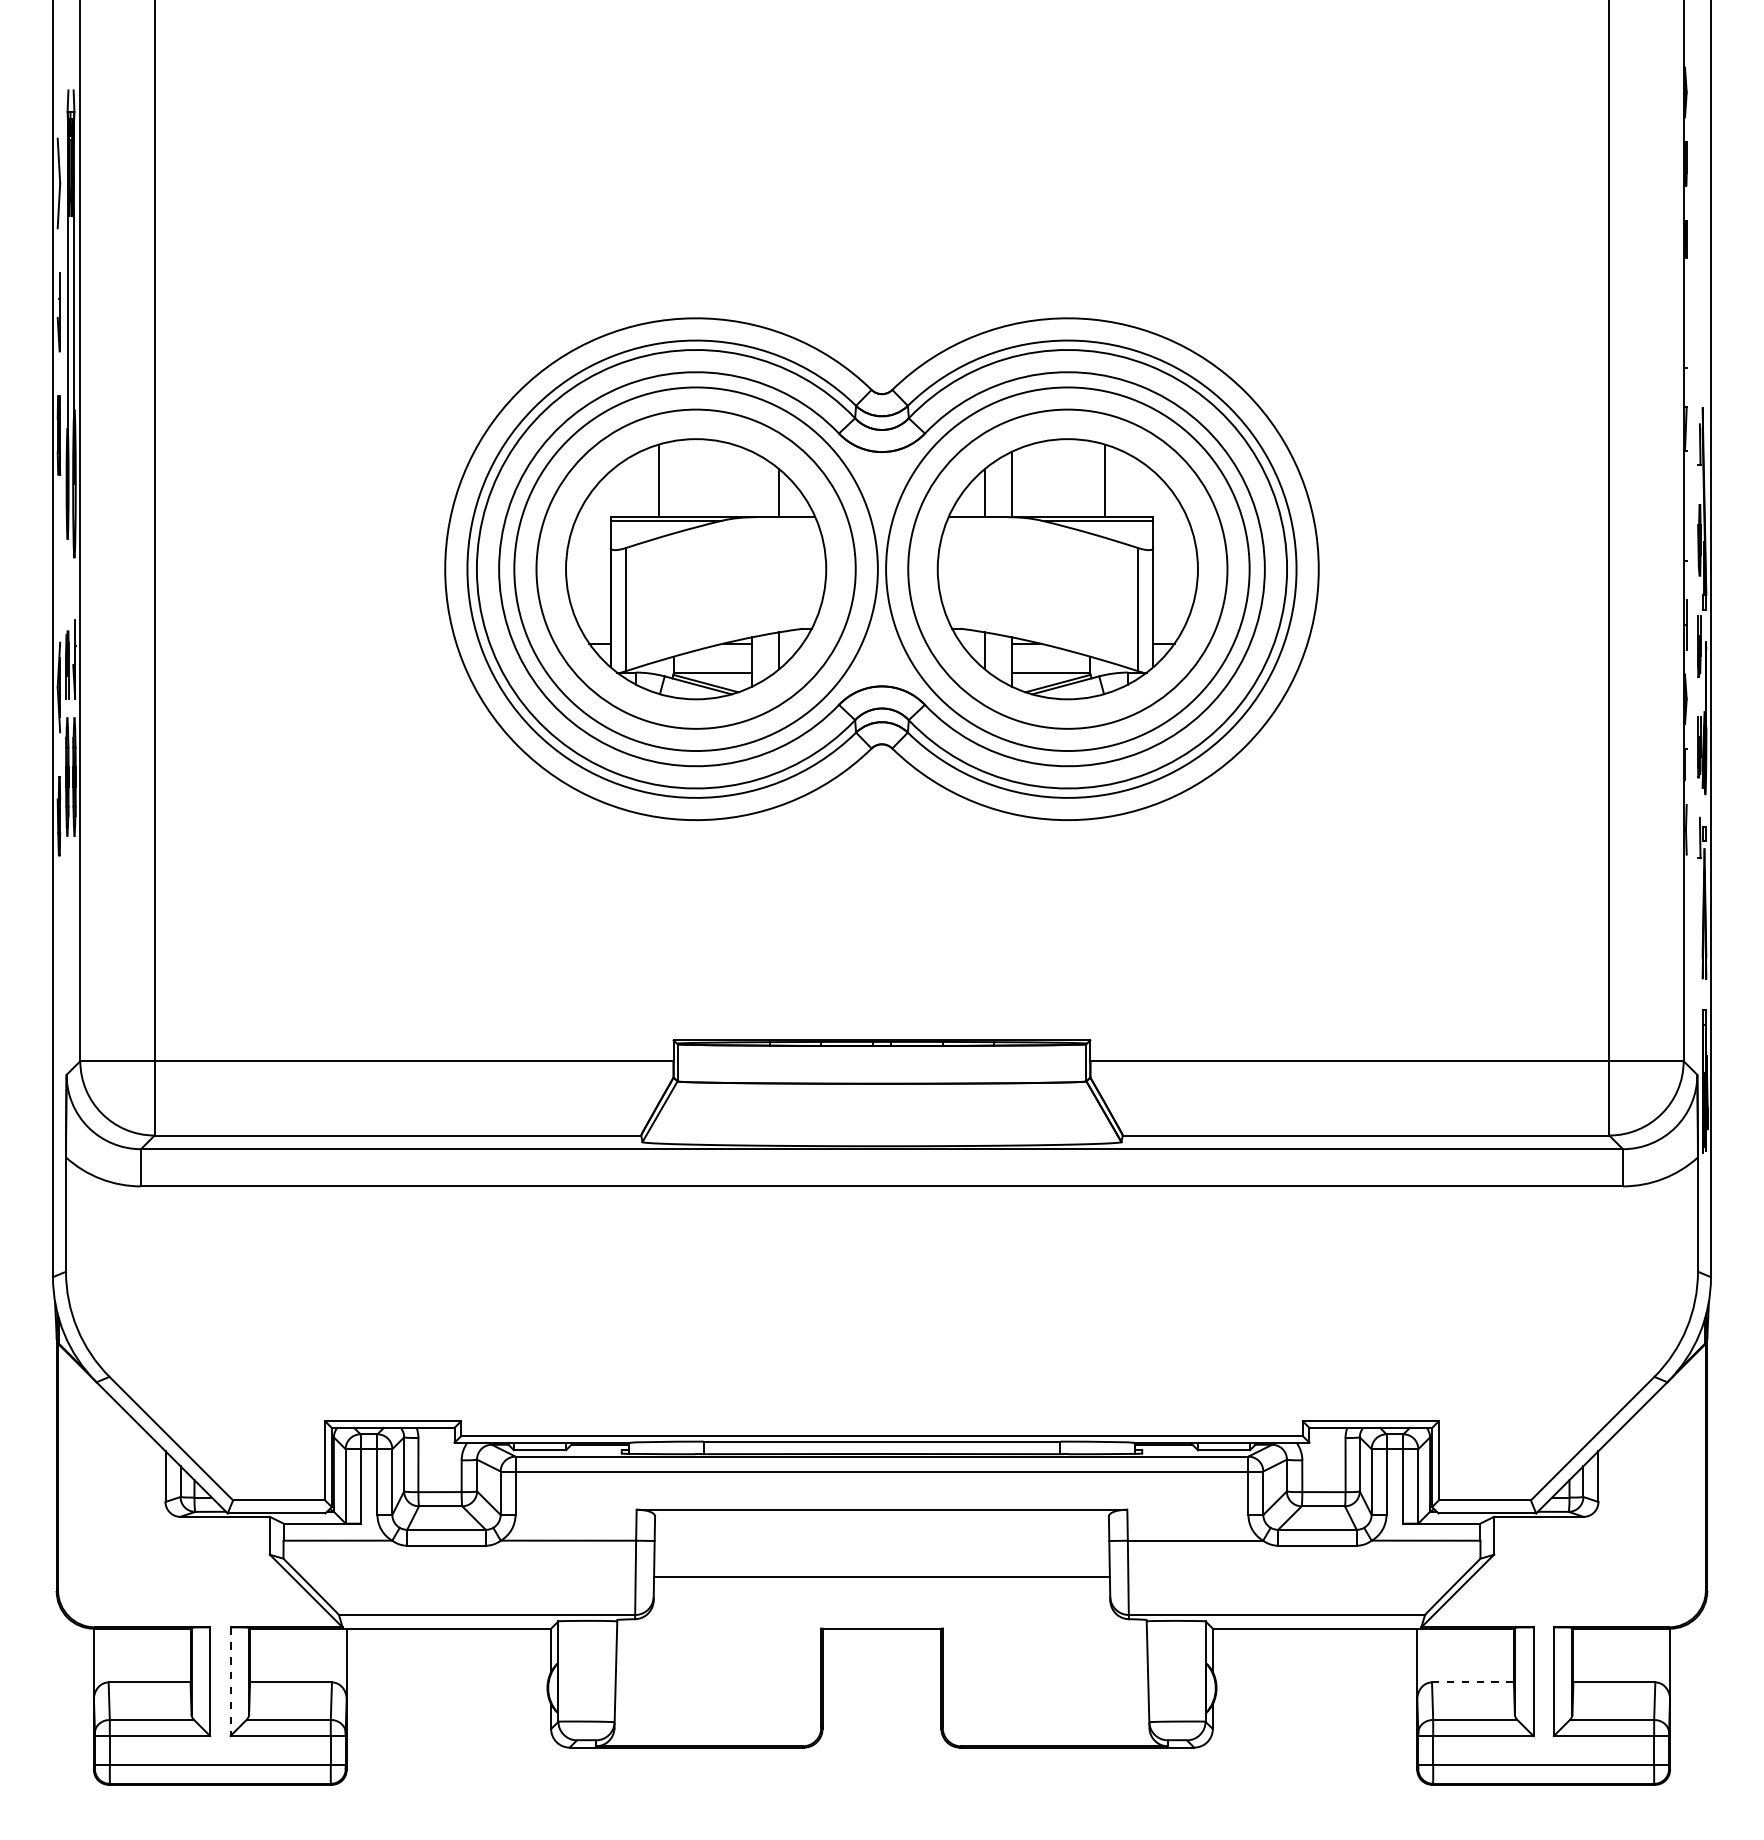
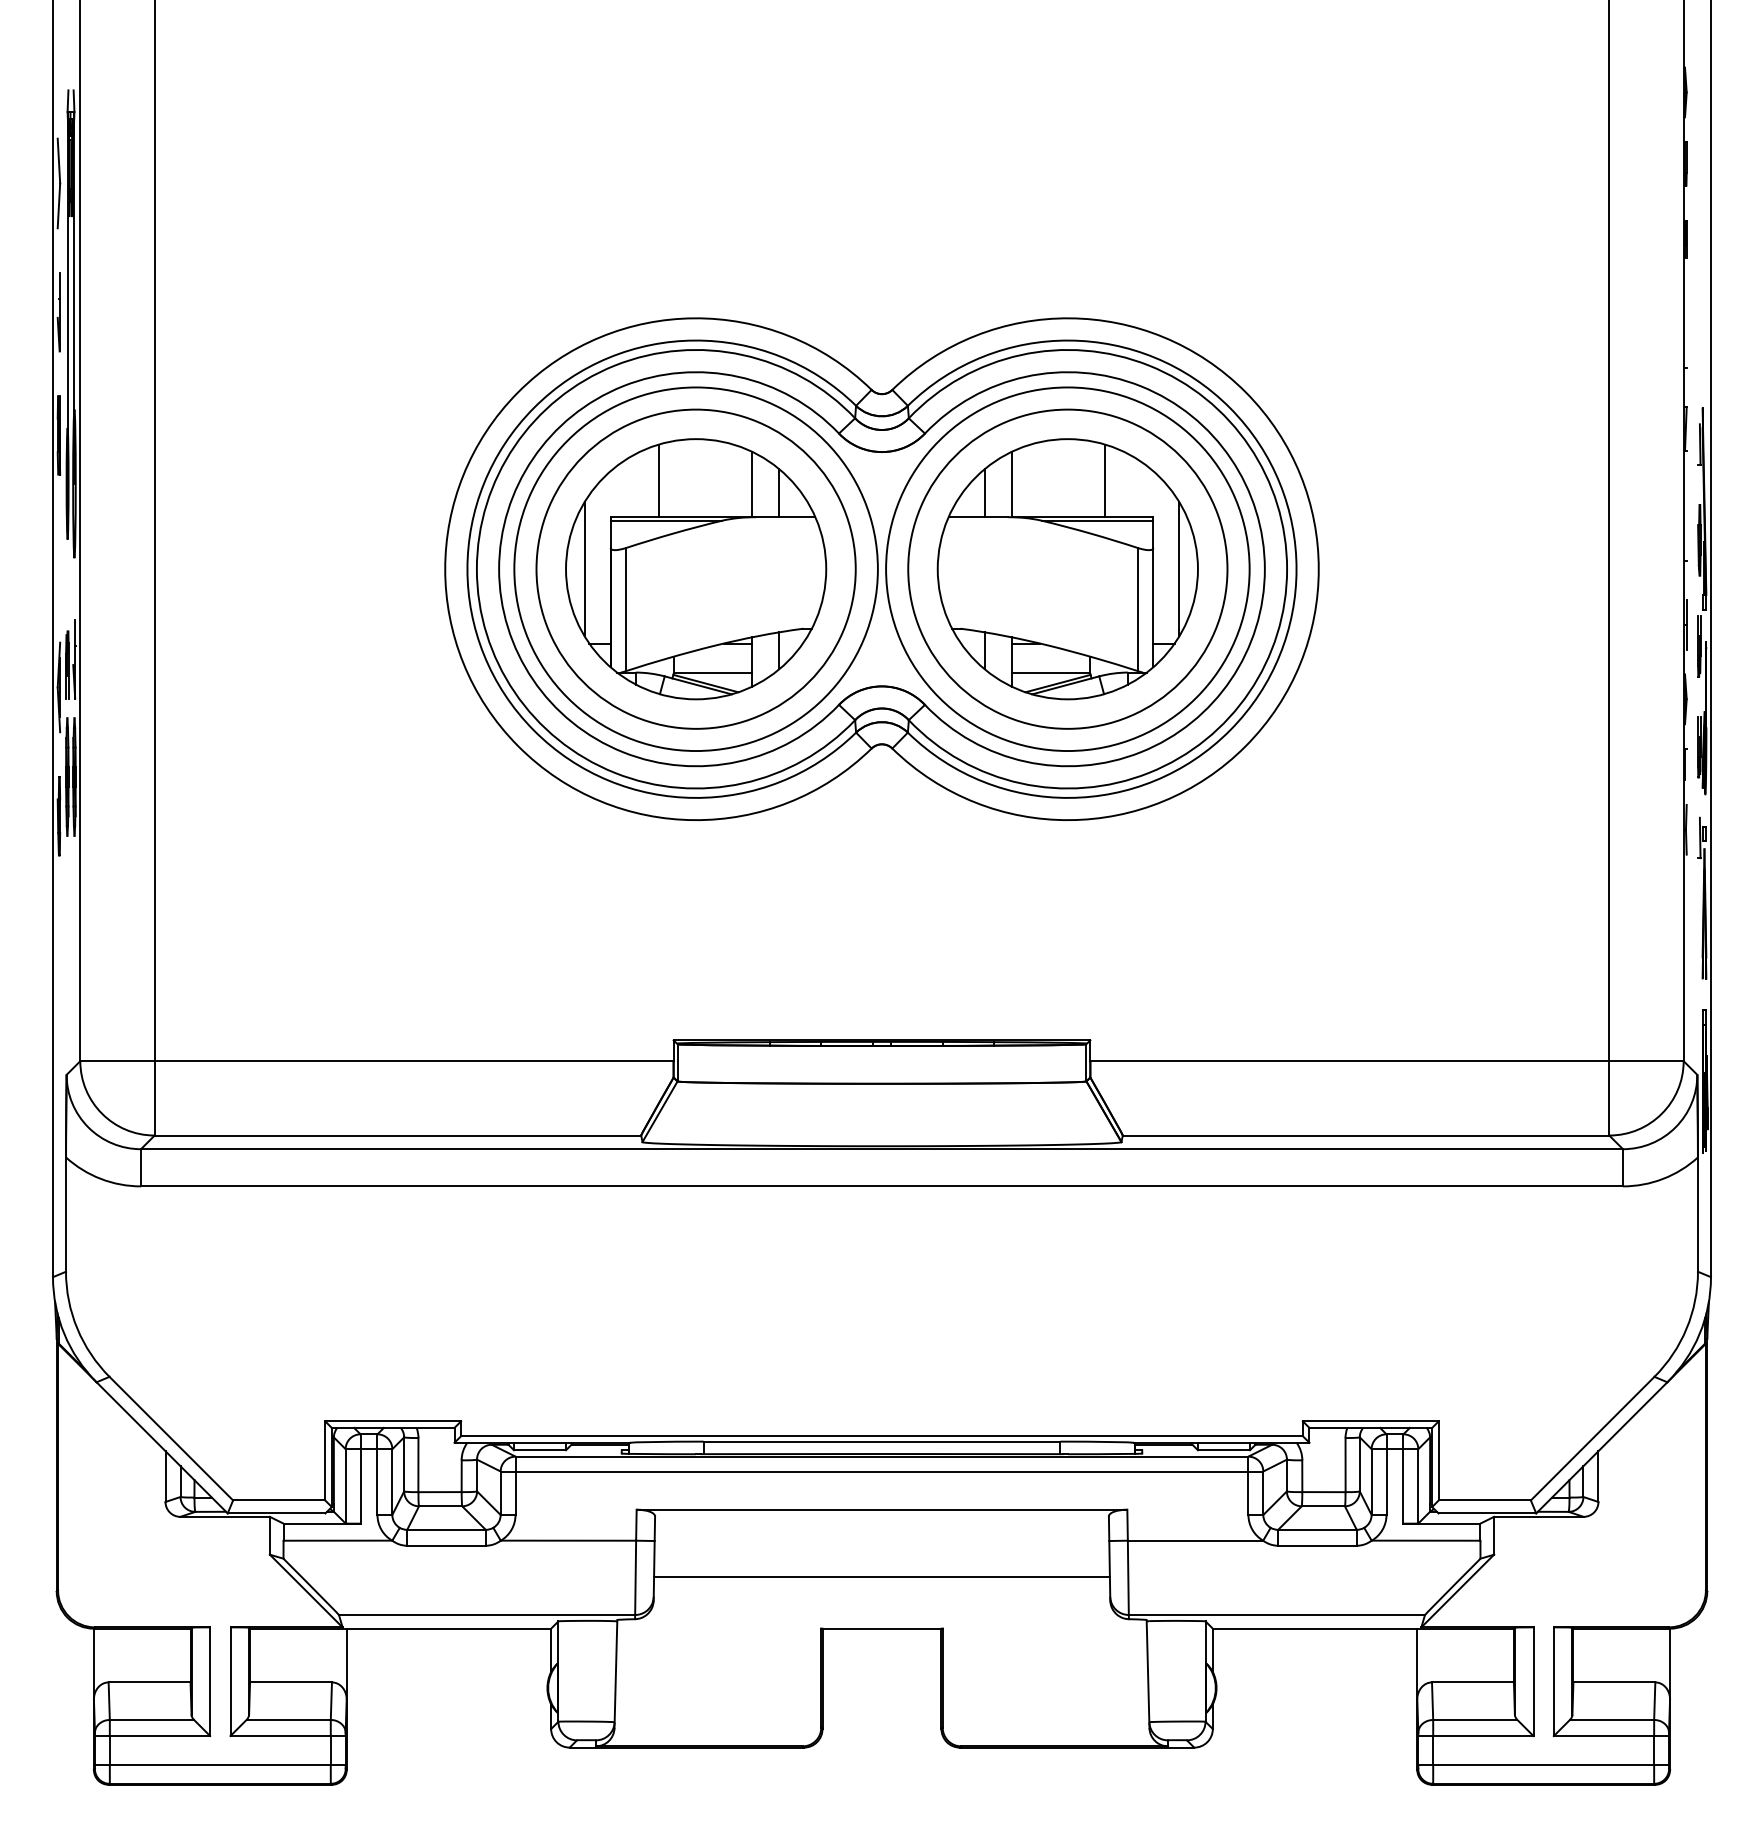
line at (751, 484): none -> present
line at (584, 569): none -> present
line at (1179, 569): none -> present
line at (230, 1682): dashed -> solid
line at (1472, 1682): dashed -> solid
